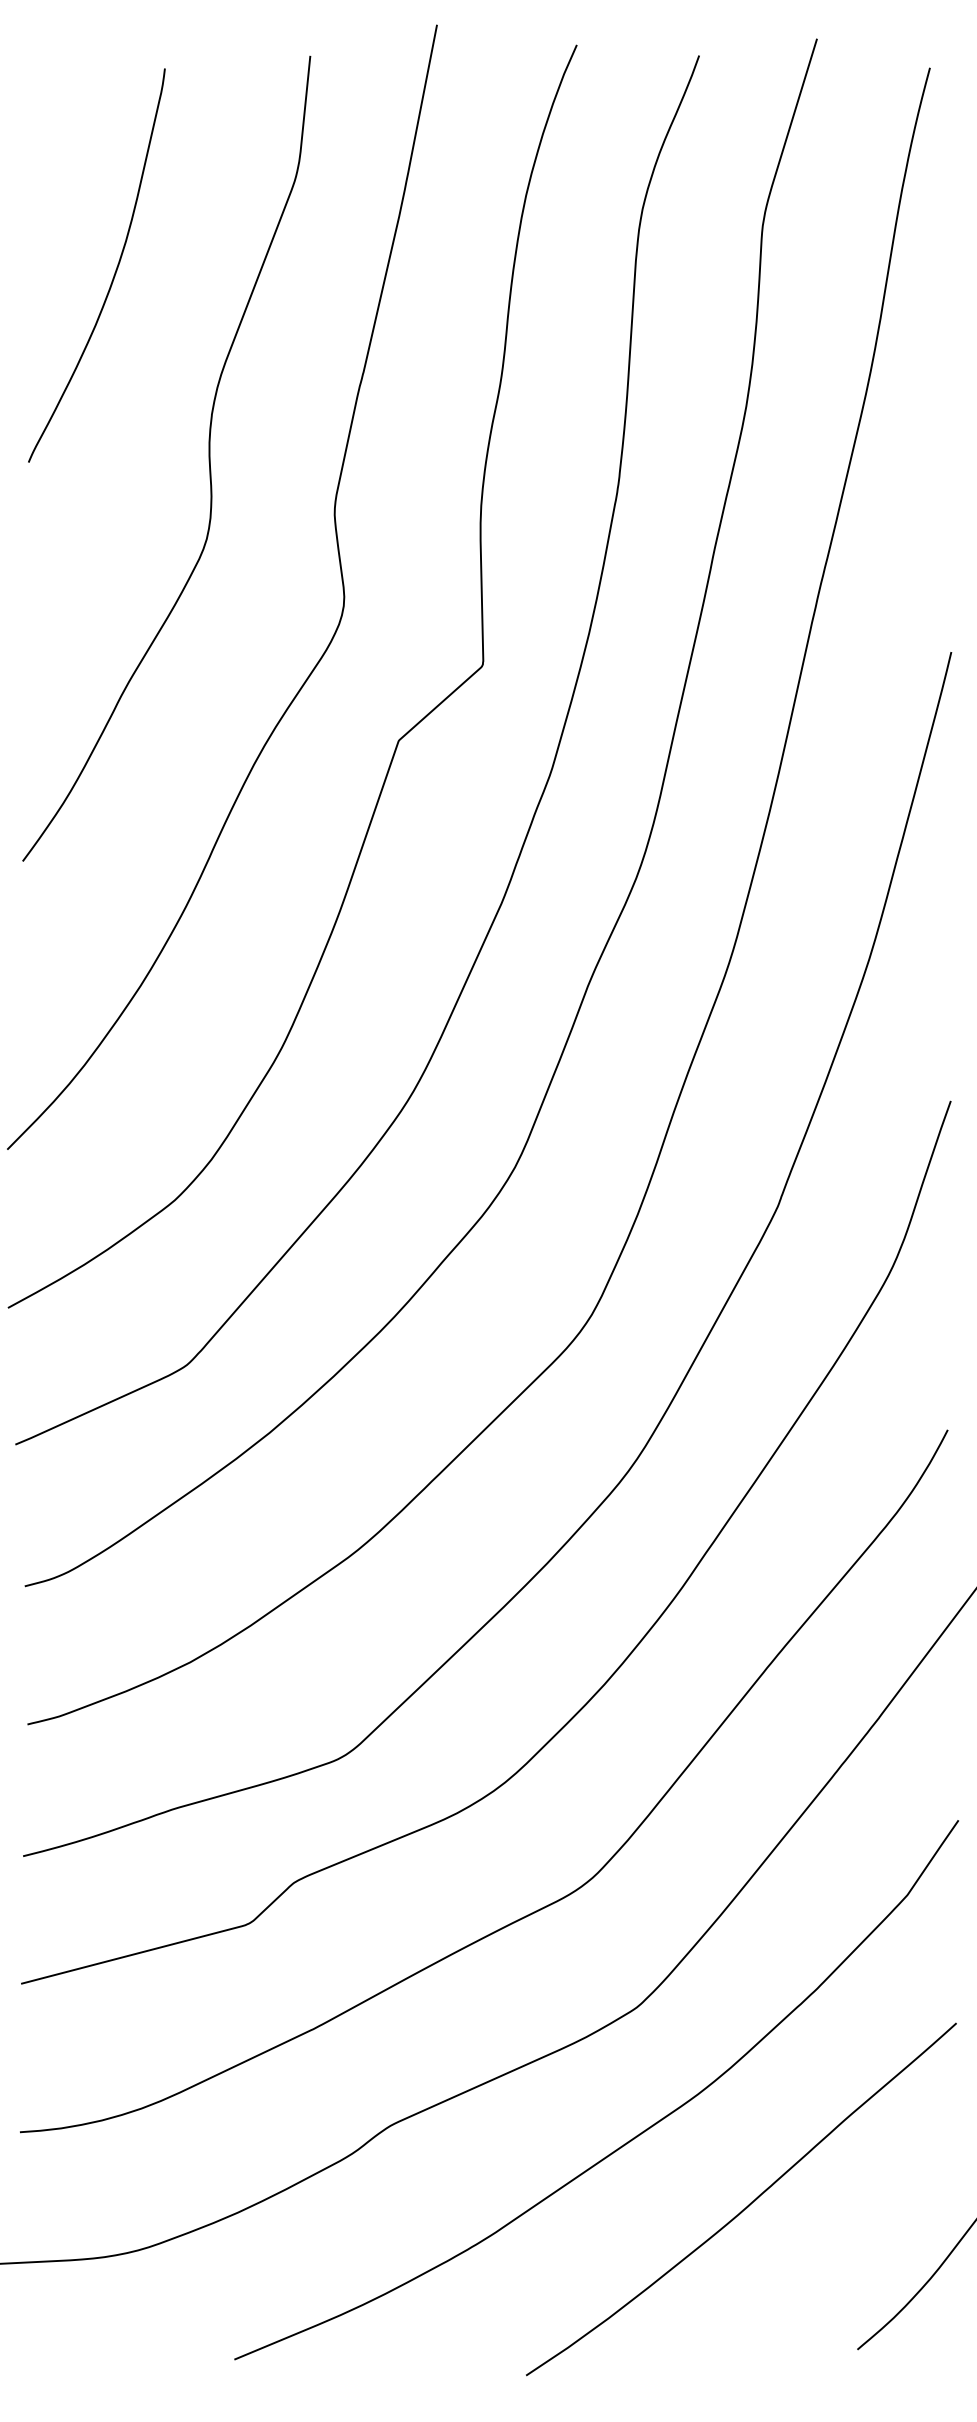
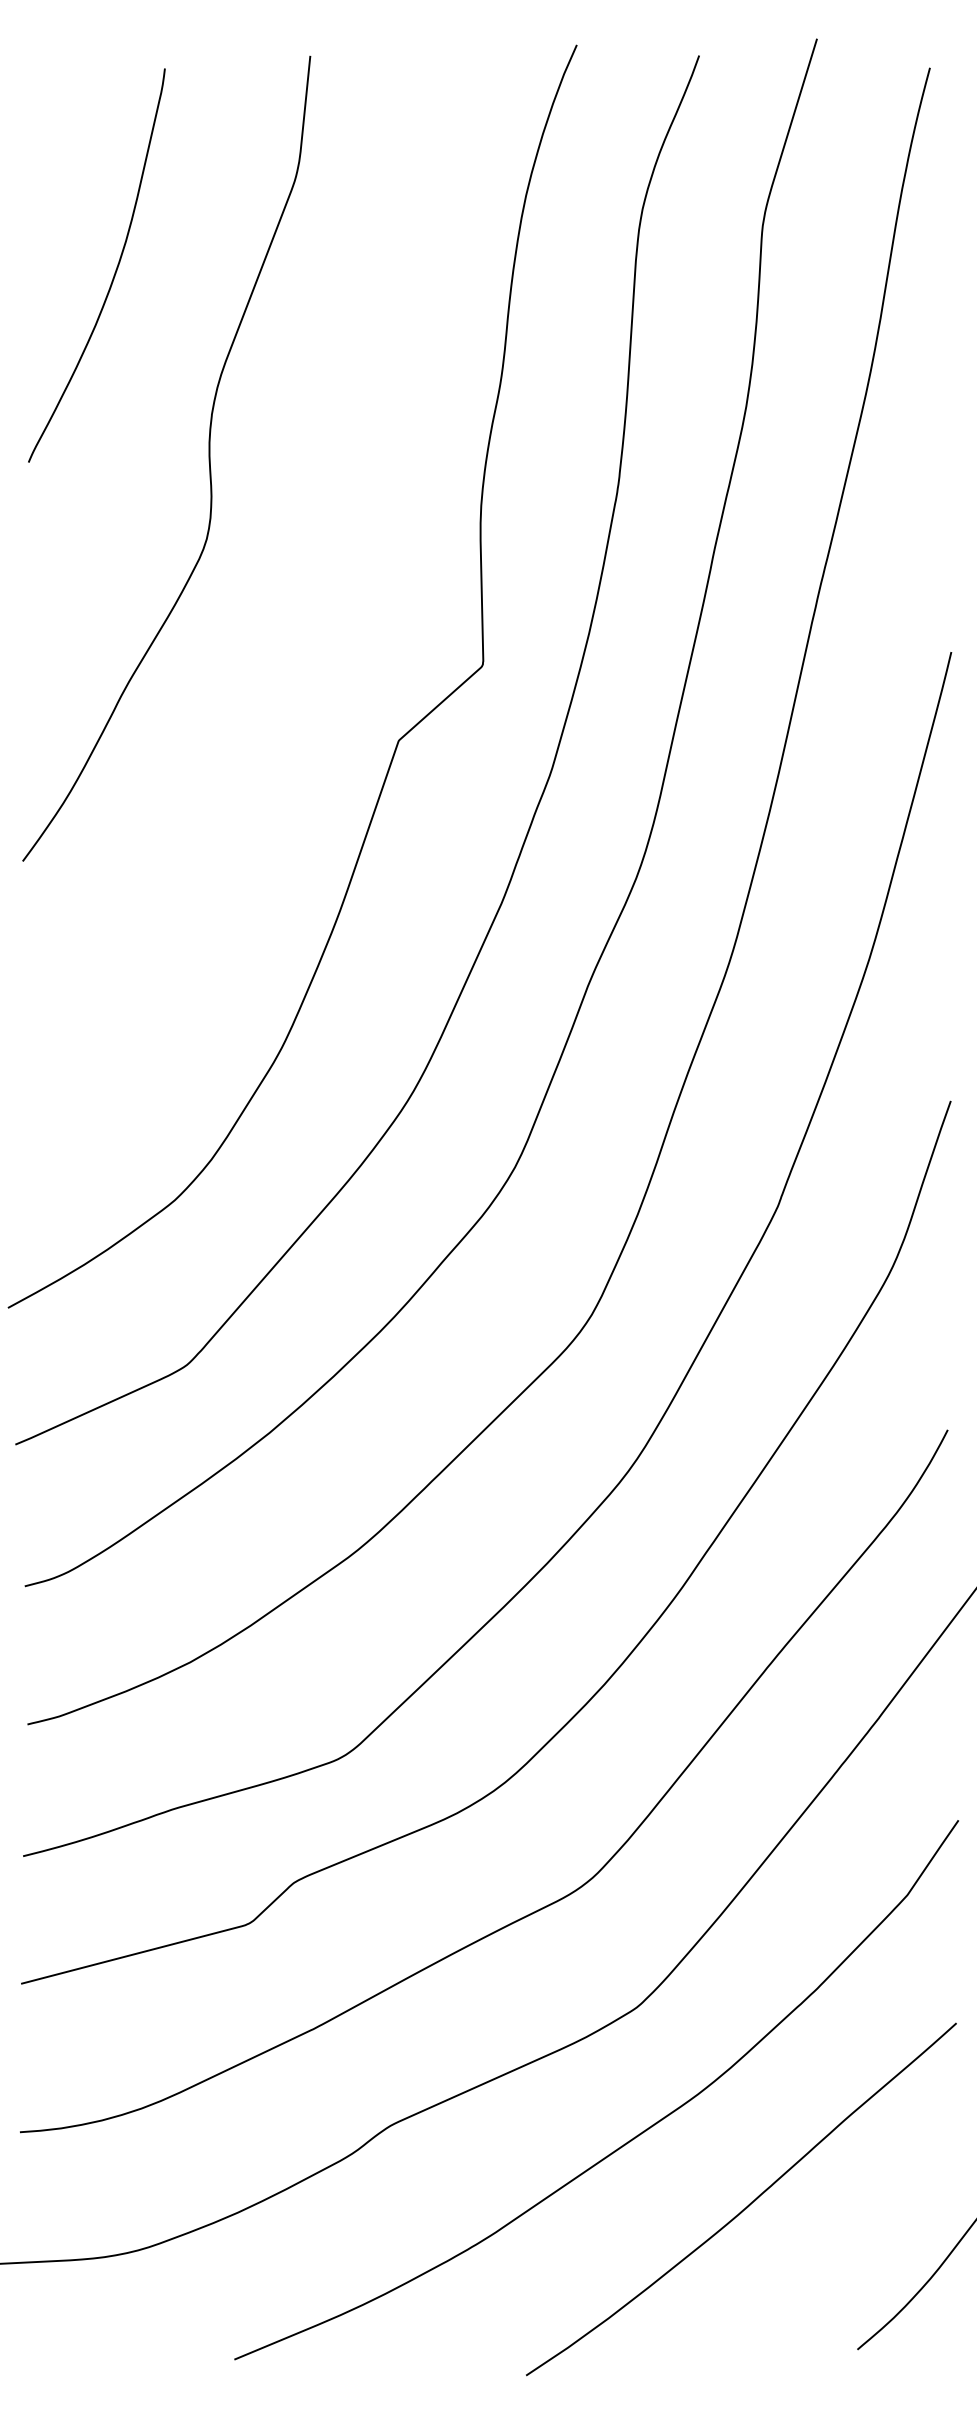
curve at (339, 566): present -> none
